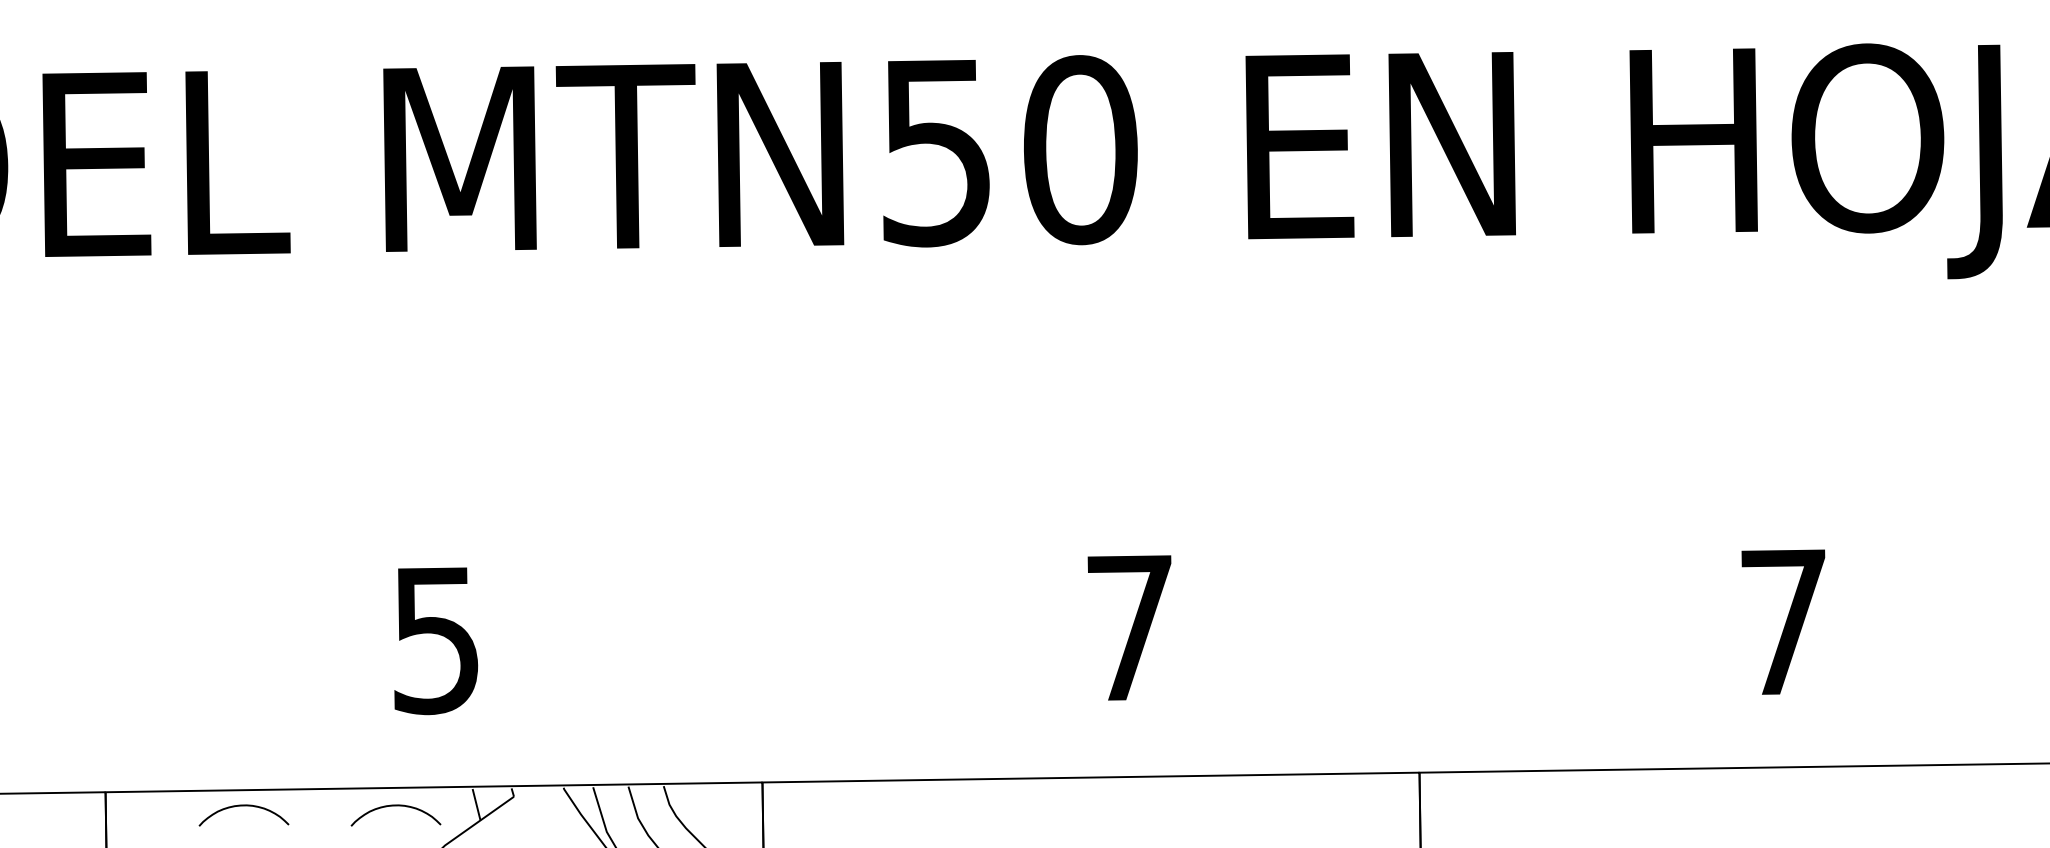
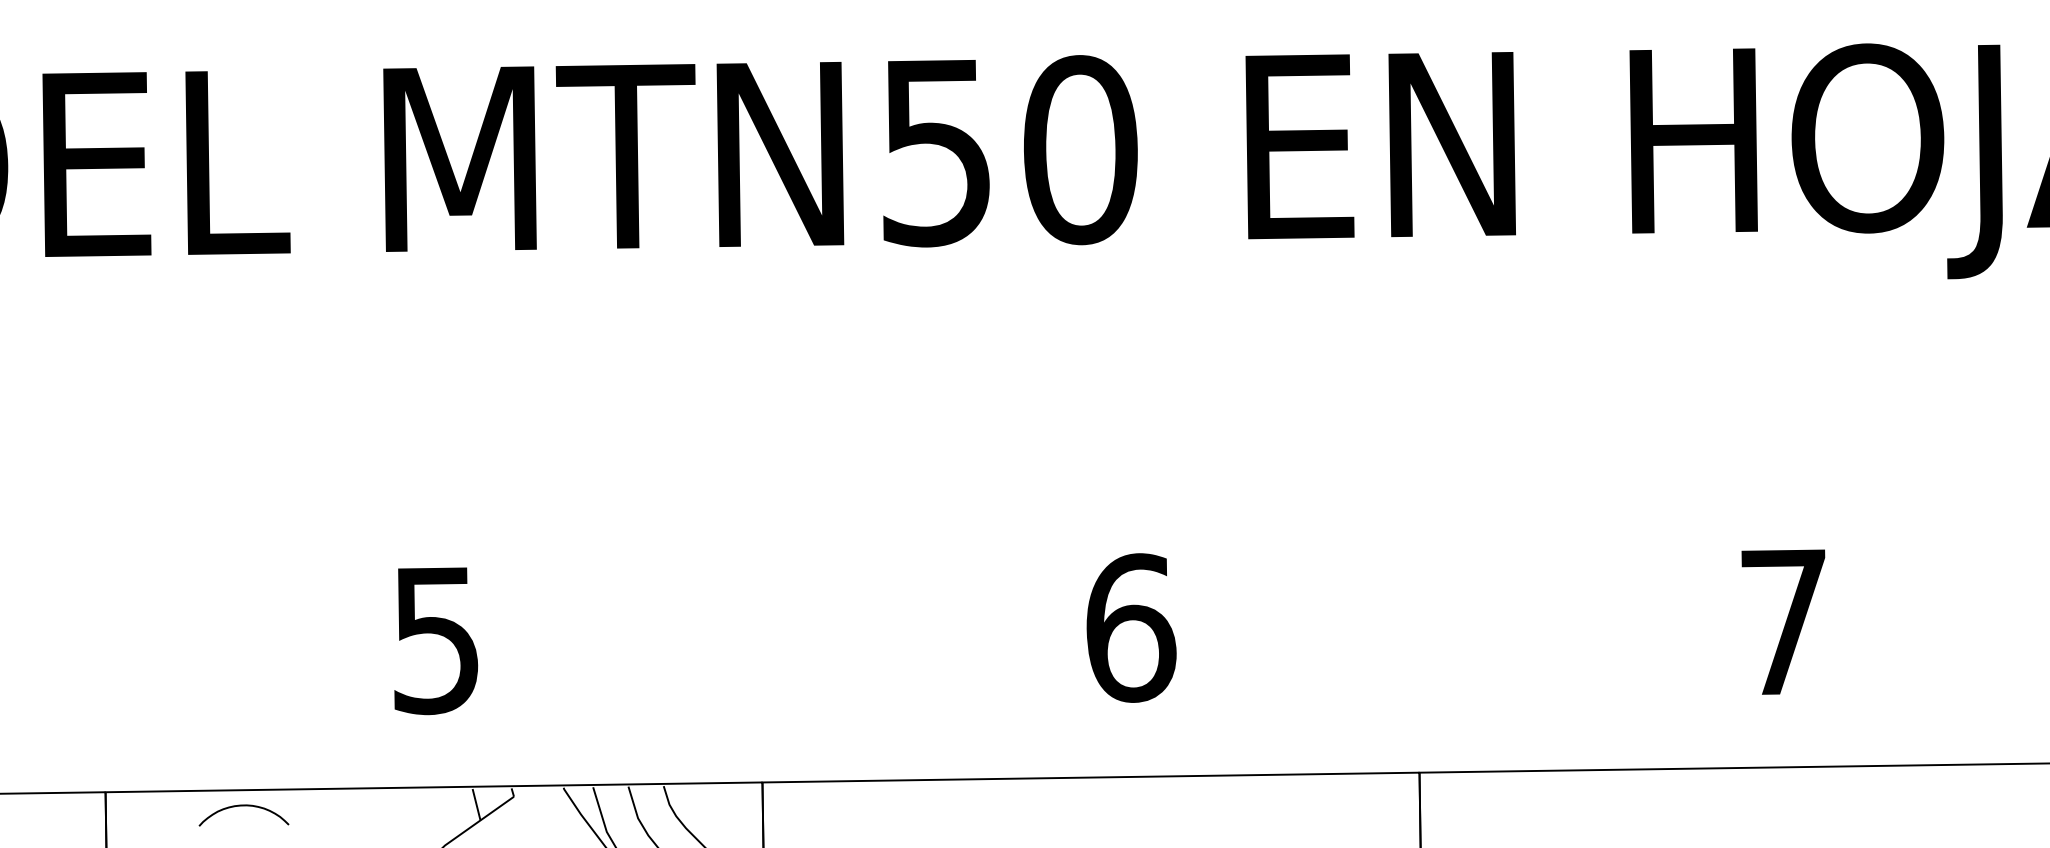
text at (1131, 627): 7 -> 6
curve at (395, 806): present -> none
